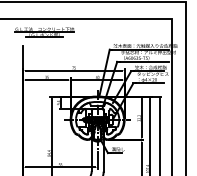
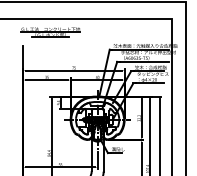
part at (44, 32) position: (44, 32) -> (50, 32)
